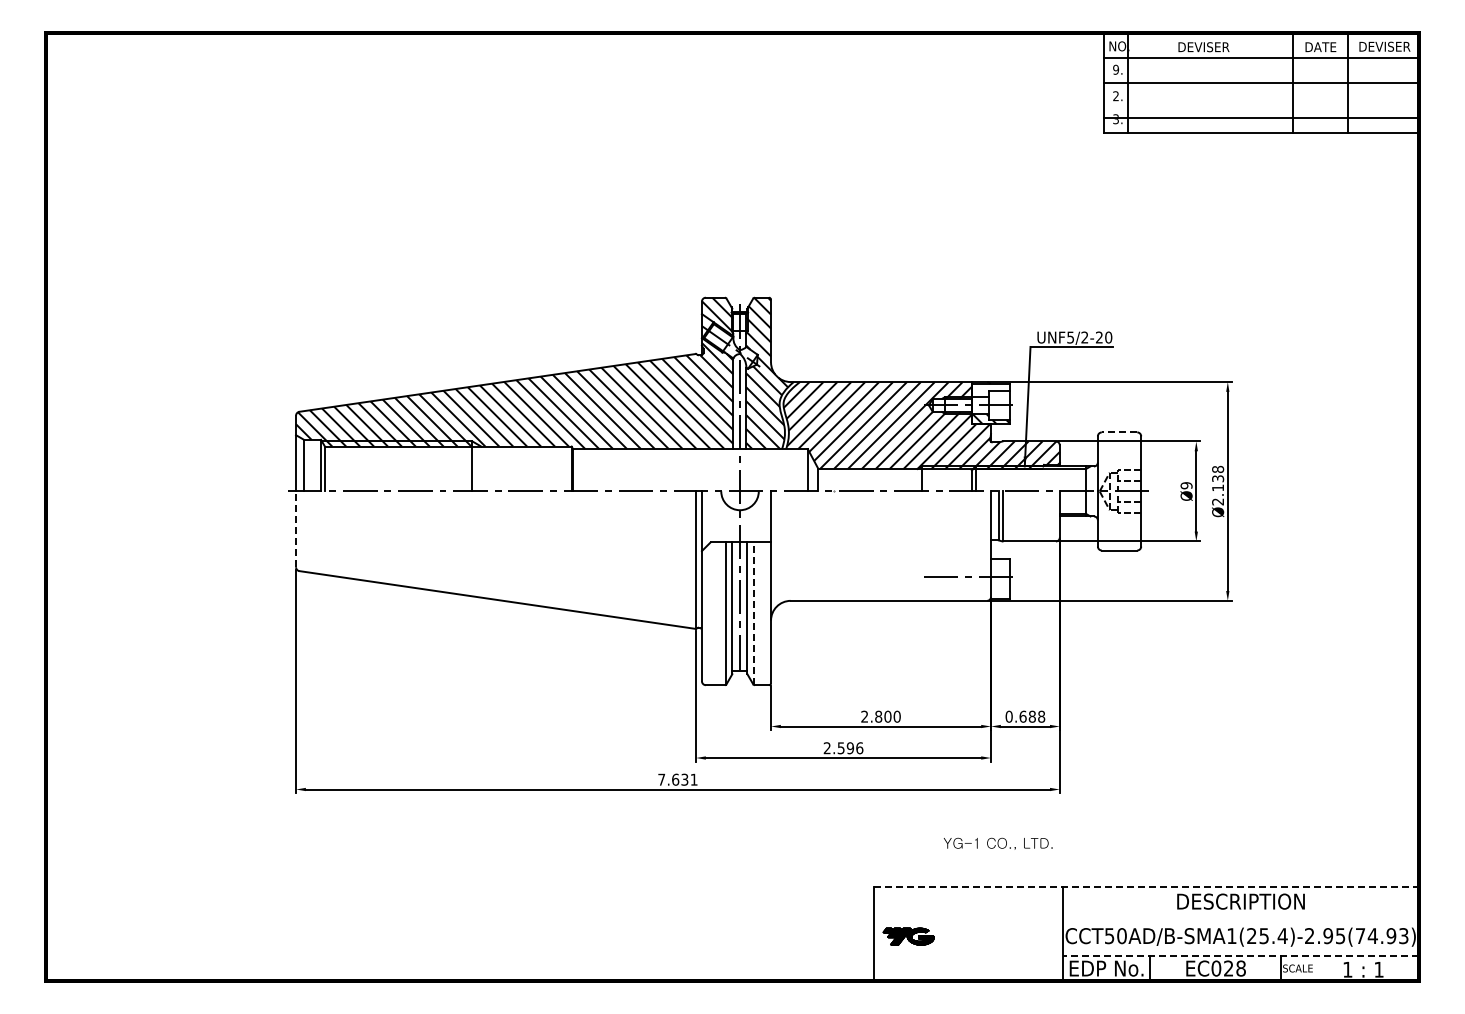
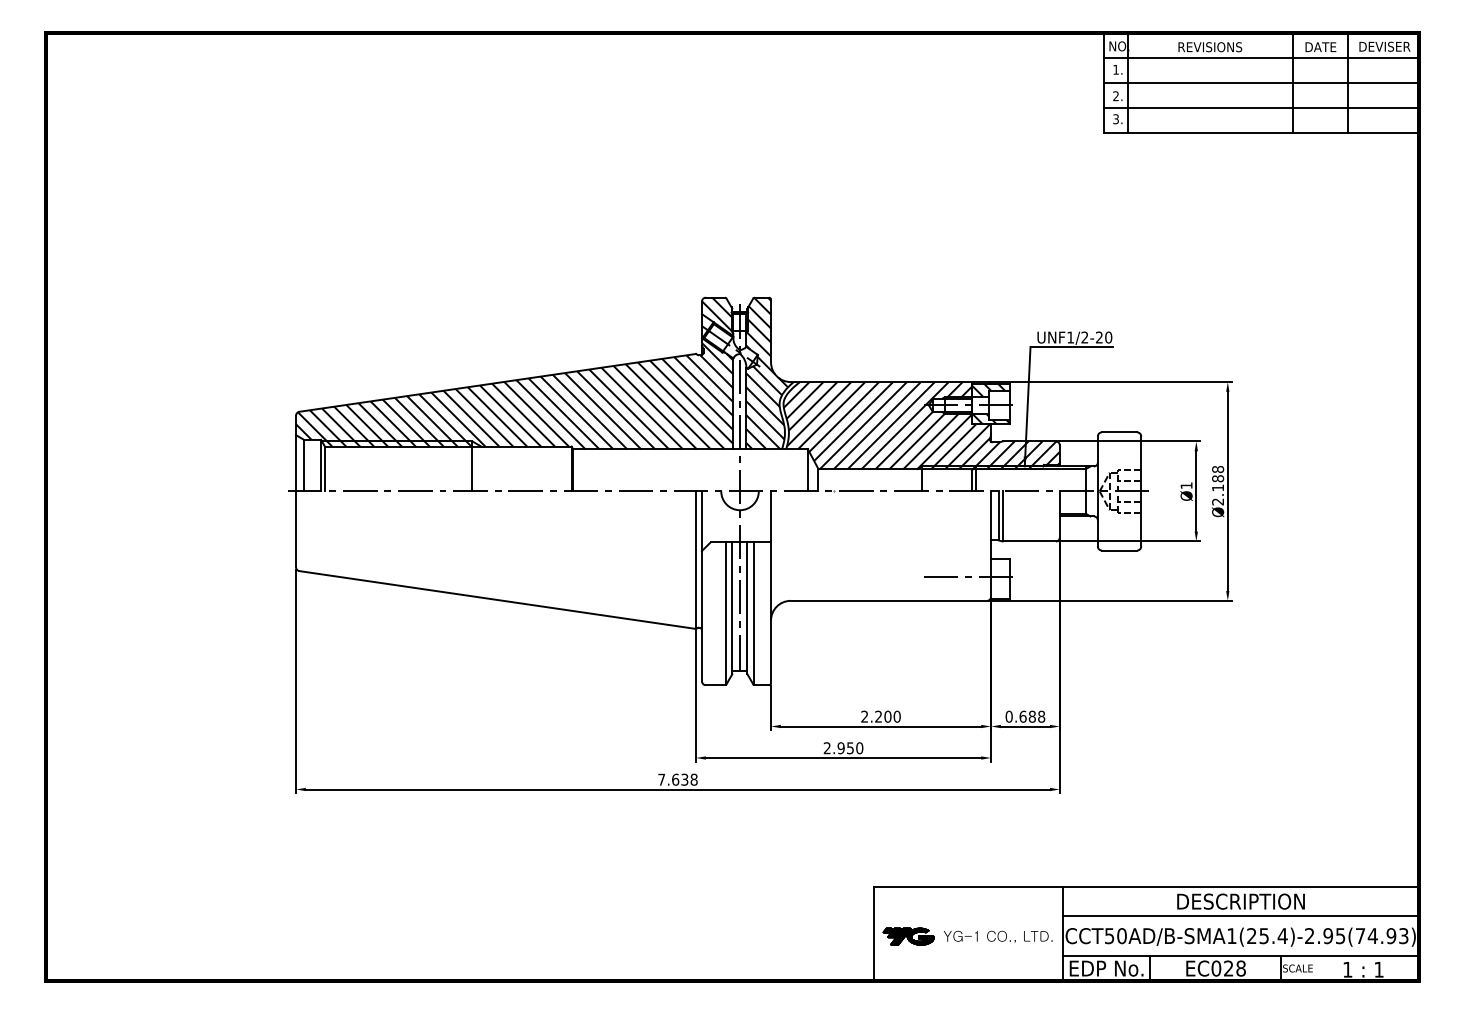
text at (1210, 47): DEVISER -> REVISIONS
text at (1116, 69): 9. -> 1.
line at (1261, 118) position: (1261, 118) -> (1261, 108)
text at (1070, 337): UNF5/2-20 -> UNF1/2-20
hatch at (988, 390): none -> present
line at (1119, 432): dashed -> solid
text at (1218, 478): Ø2.138 -> Ø2.188
text at (1186, 485): Ø9 -> Ø1
line at (296, 529): dashed -> solid
line at (753, 613): dashed -> solid
text at (878, 716): 2.800 -> 2.200
text at (850, 747): 2.596 -> 2.950
text at (693, 779): 7.631 -> 7.638
text at (997, 843) position: (997, 843) -> (997, 936)
line at (1147, 886): dashed -> solid
line at (1241, 916): none -> present
line at (1240, 955): dashed -> solid
